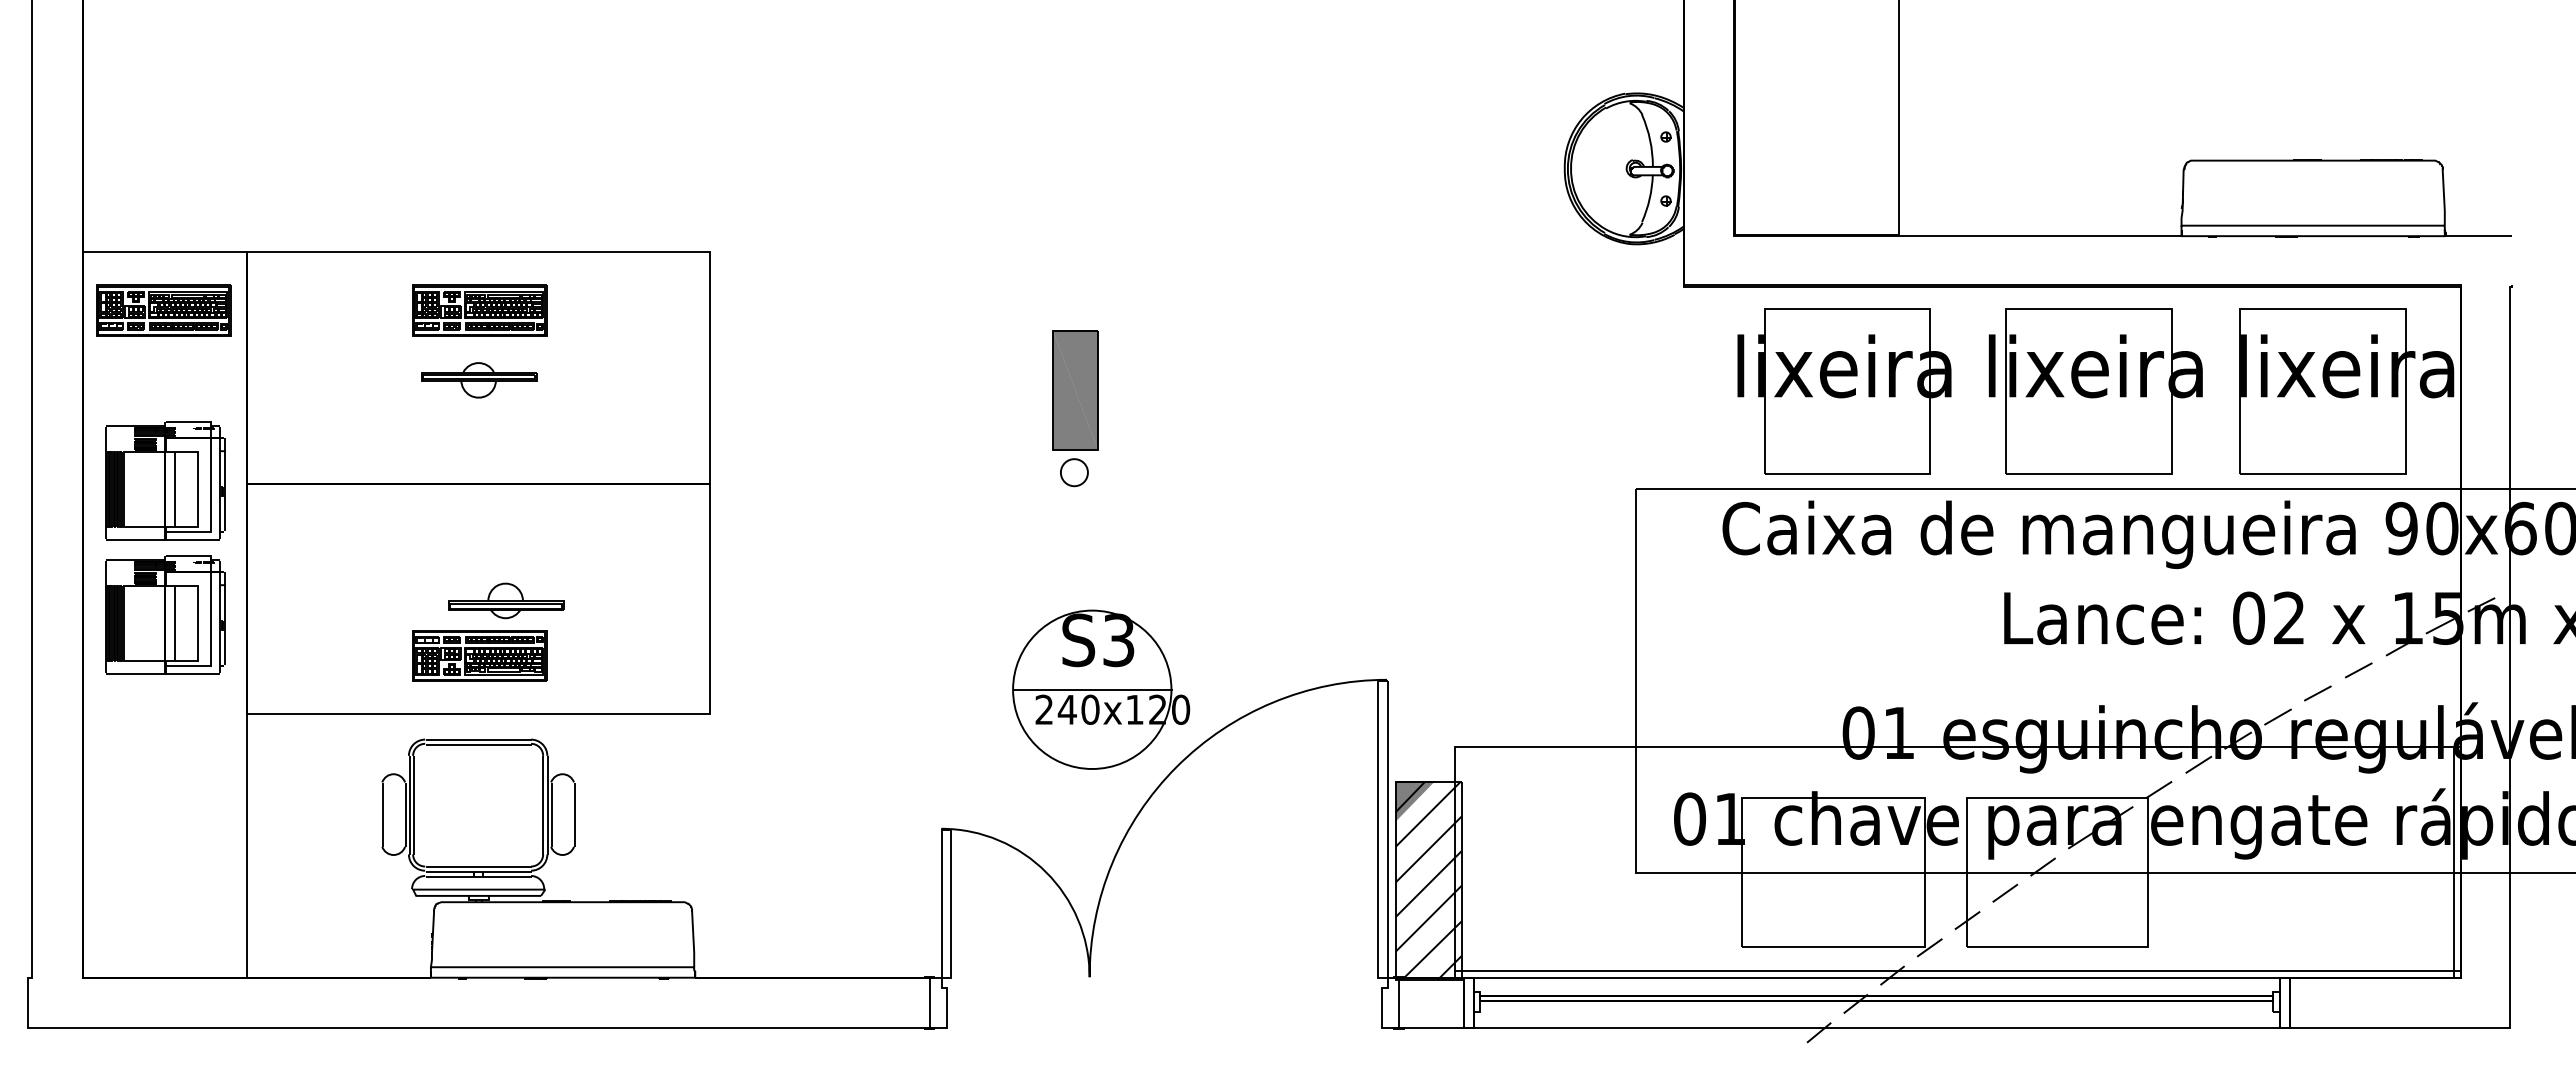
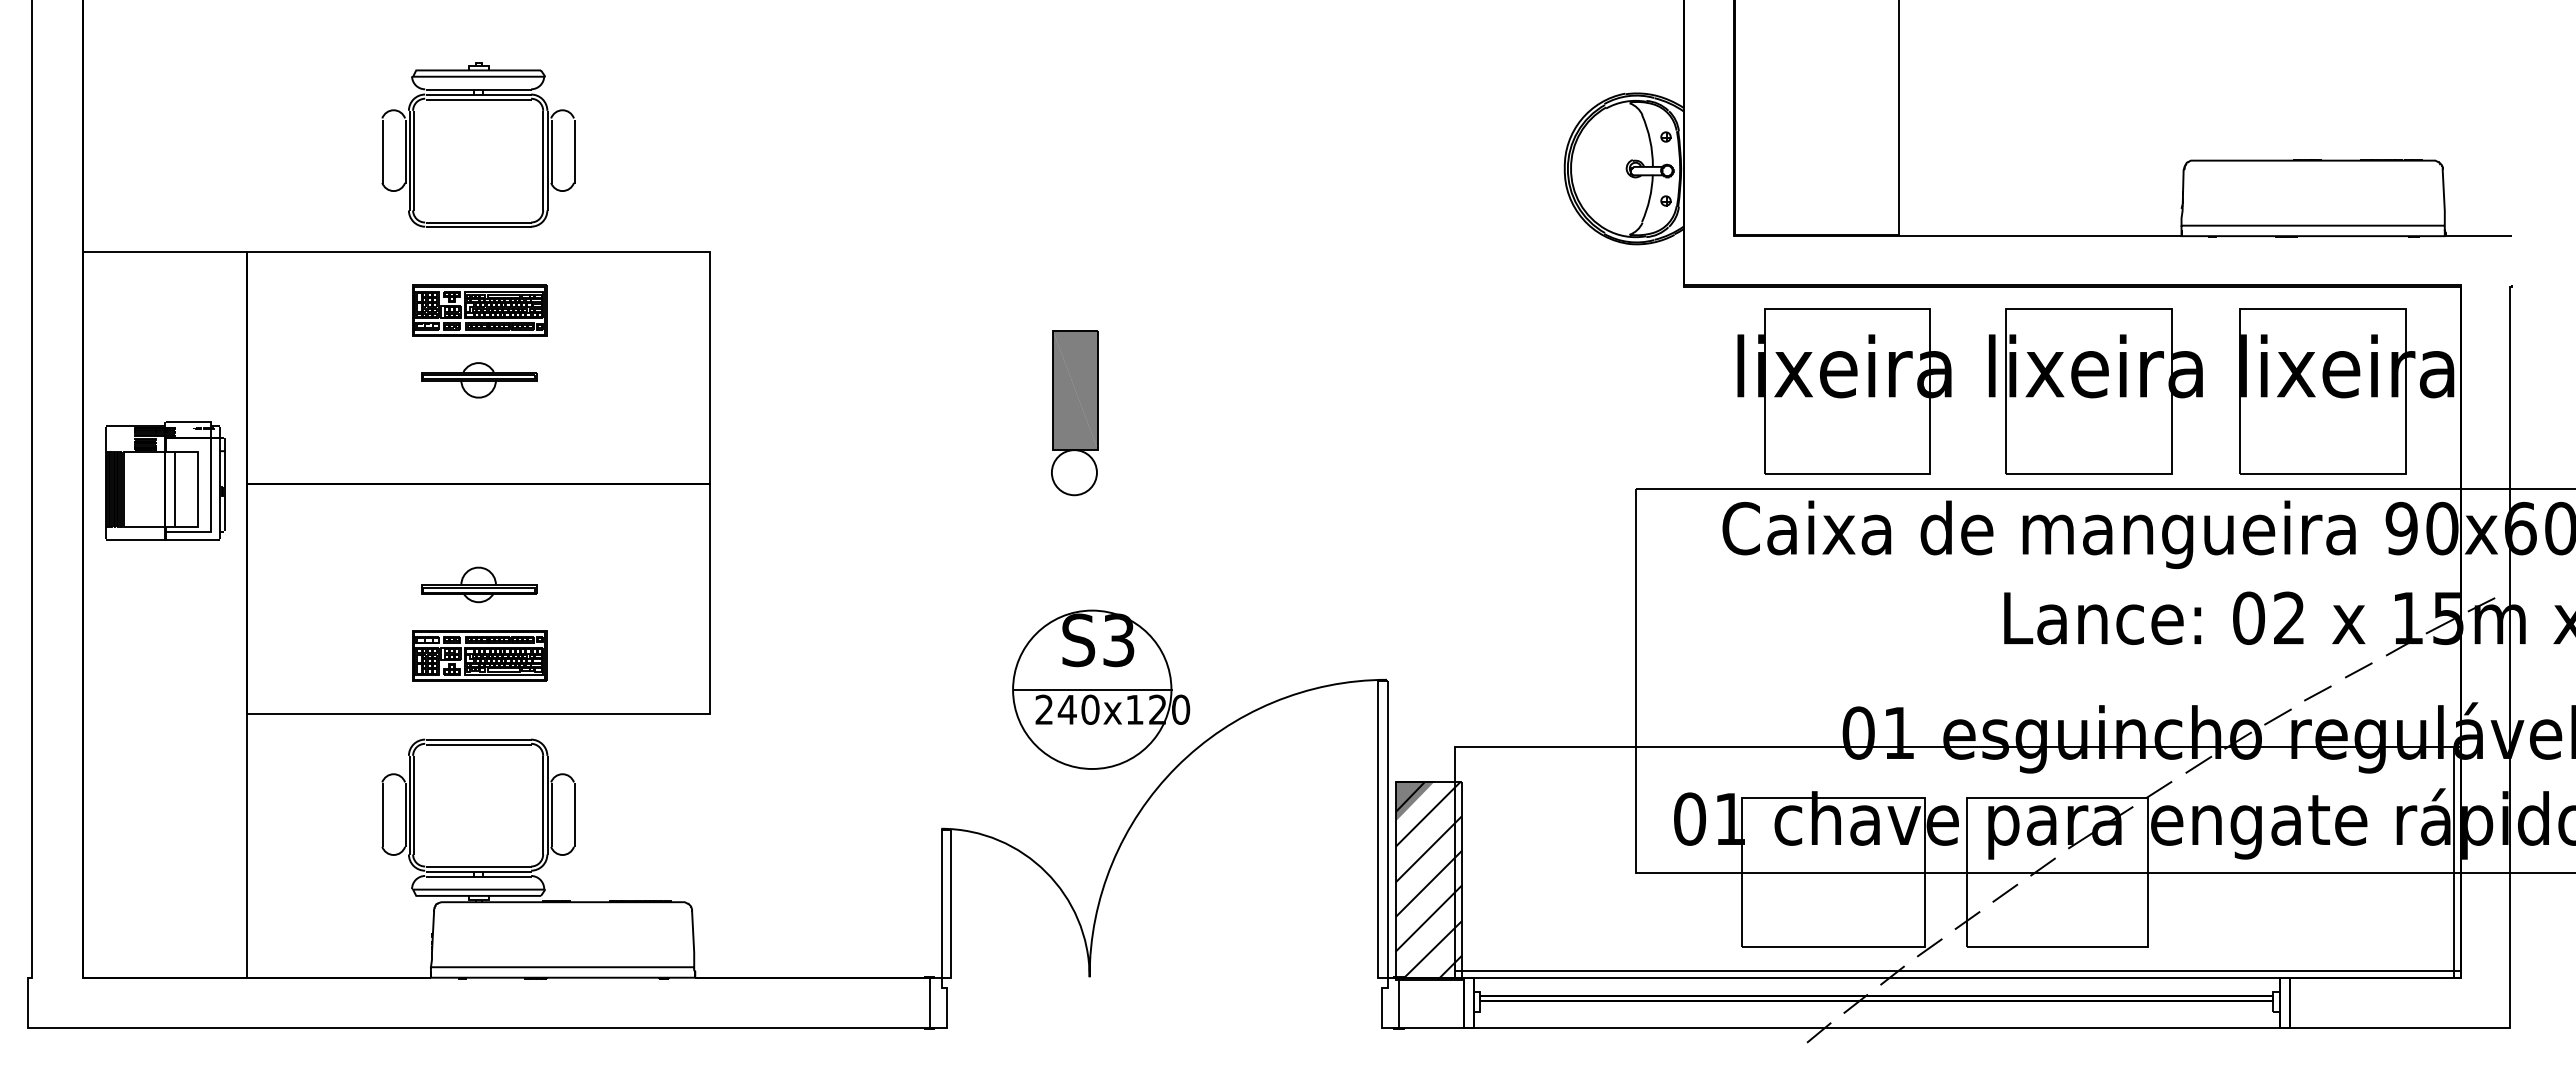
part at (478, 144): none -> present
part at (163, 310): present -> none
circle at (1073, 472) diameter: 27 px -> 45 px
part at (506, 600) position: (506, 600) -> (479, 584)
part at (165, 614): present -> none
